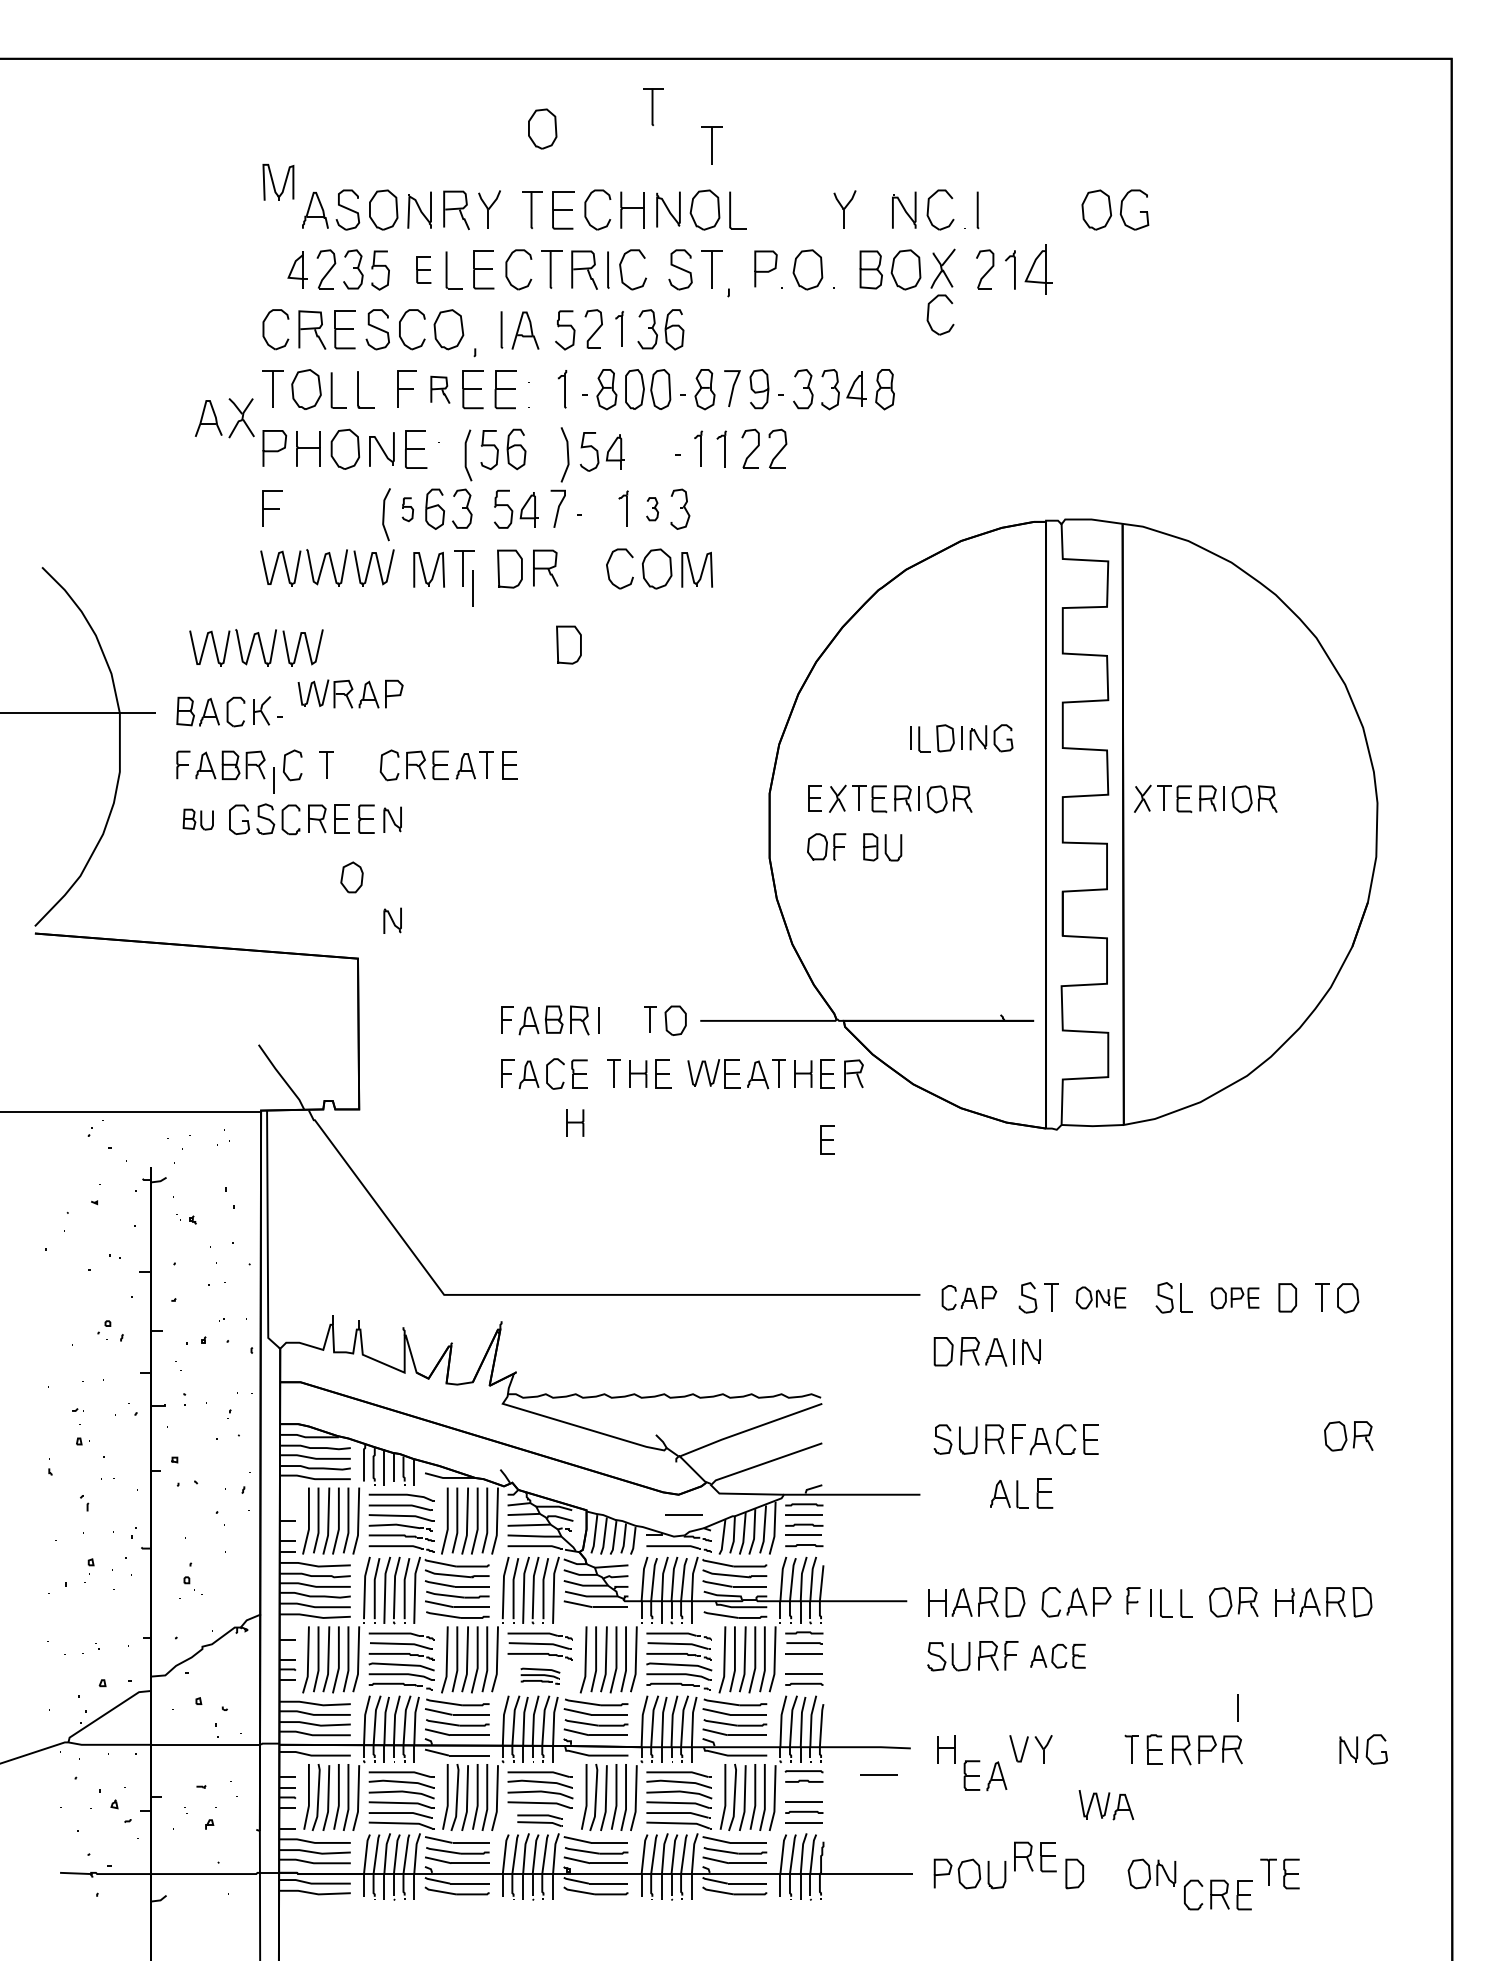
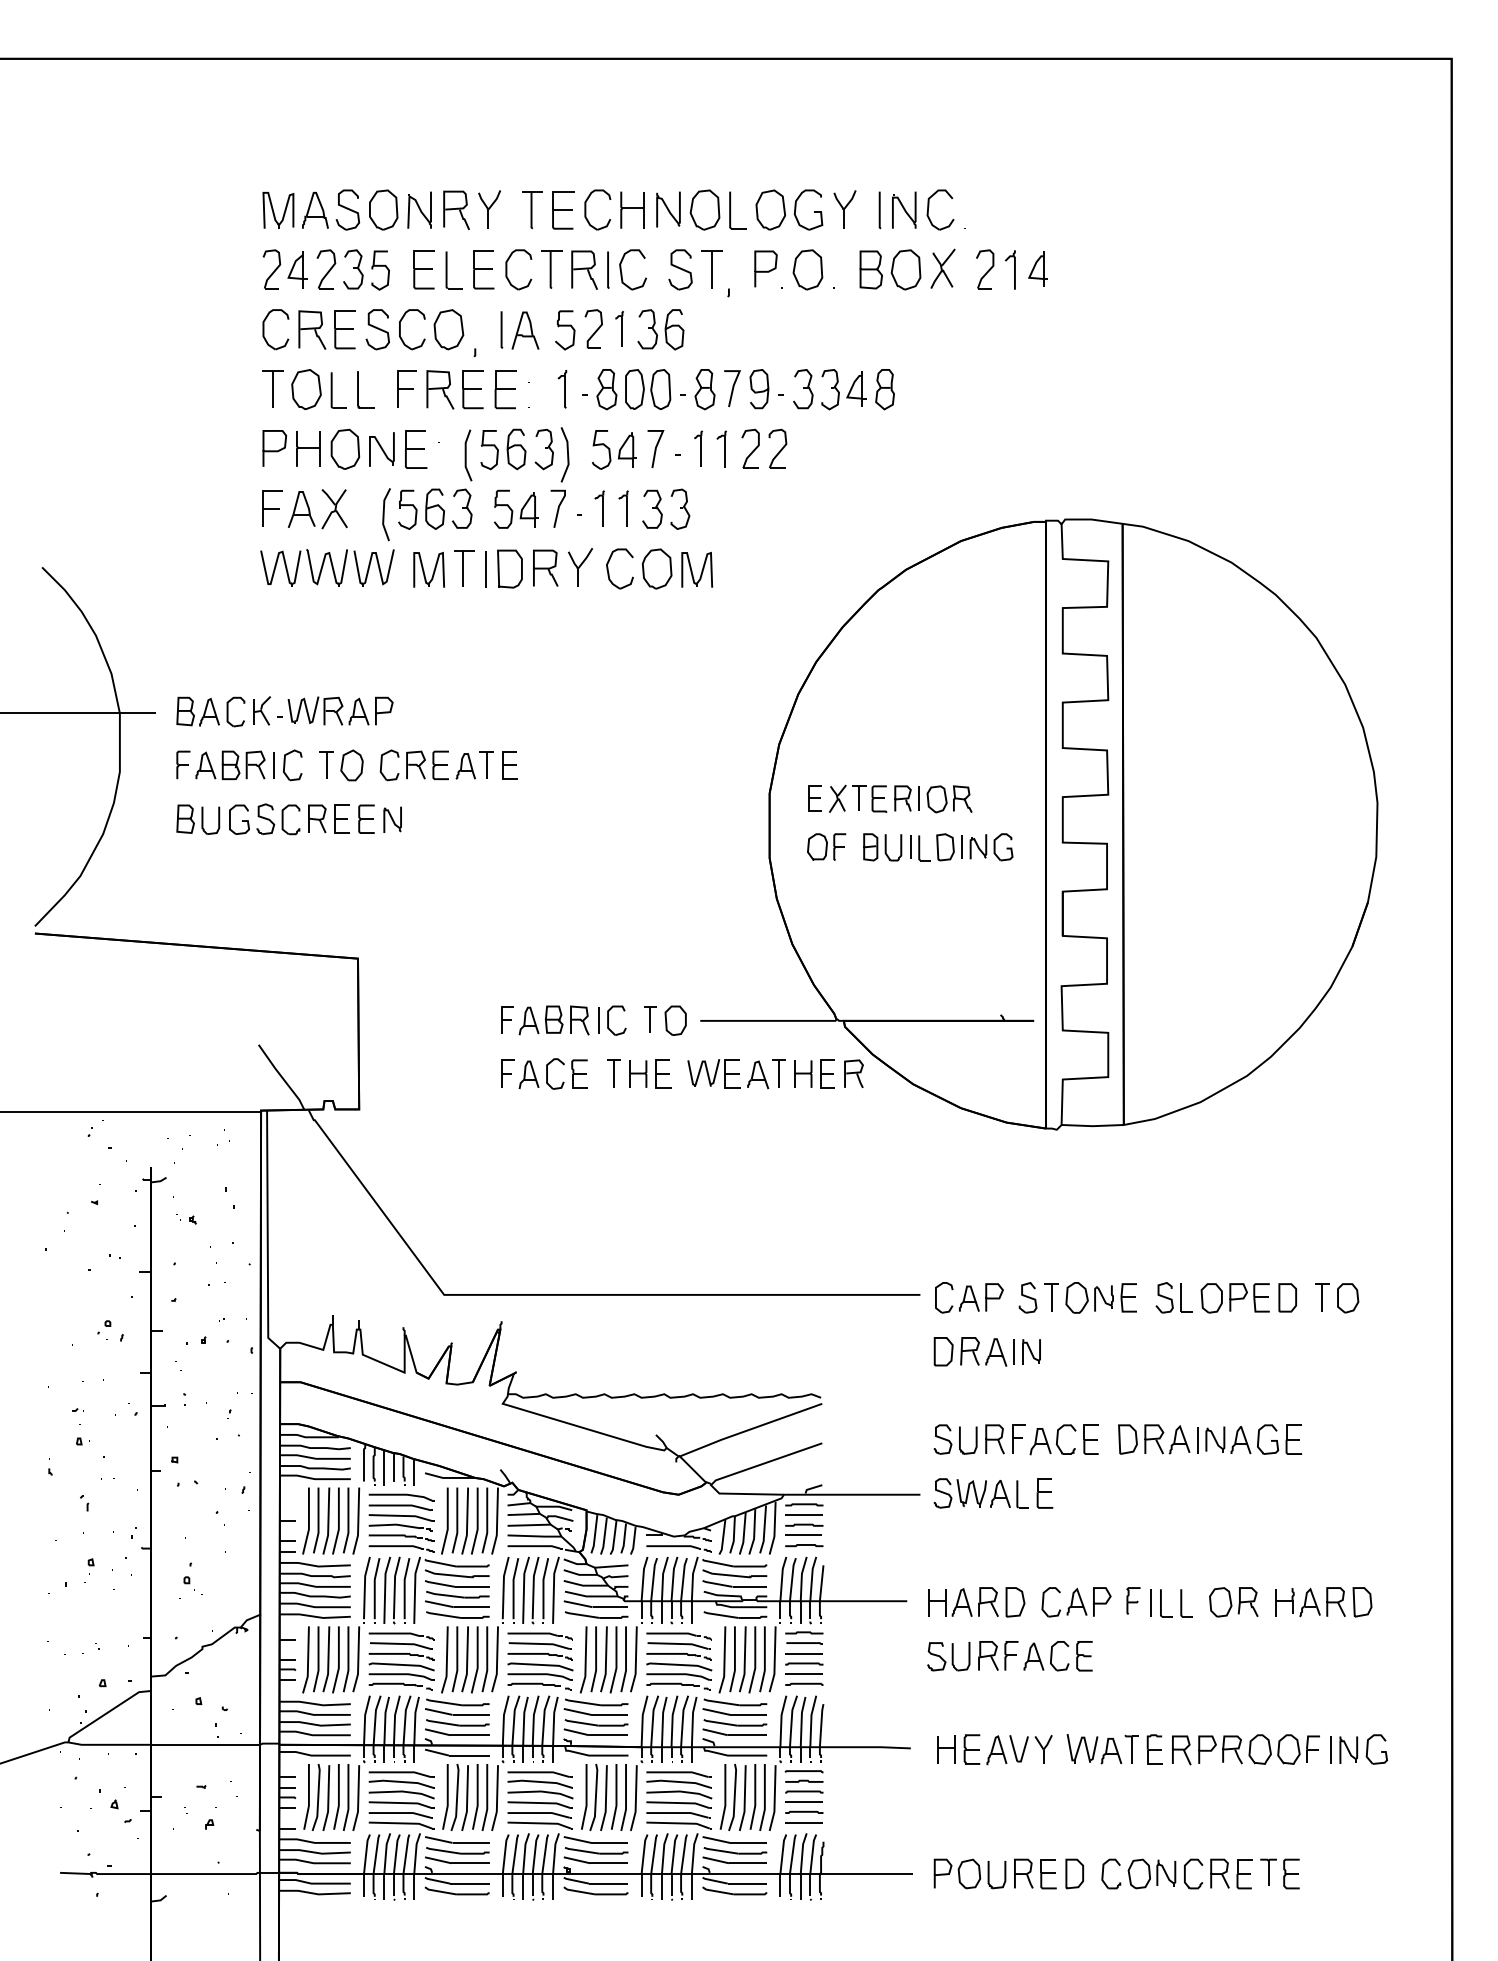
part at (653, 106): present -> none
part at (542, 128): present -> none
part at (711, 145): present -> none
part at (278, 181) position: (278, 181) -> (278, 209)
part at (1115, 209) position: (1115, 209) -> (789, 209)
line at (977, 210) position: (977, 210) -> (879, 210)
part at (271, 269): none -> present
part at (423, 269) size: 16x28 px -> 22x40 px
part at (1038, 269) size: 29x51 px -> 20x36 px
part at (929, 312): present -> none
part at (440, 389) size: 21x29 px -> 29x40 px
part at (217, 419) position: (217, 419) -> (310, 510)
line at (655, 448): none -> present
part at (543, 449): none -> present
part at (602, 451) position: (602, 451) -> (614, 449)
part at (599, 508): none -> present
part at (407, 509) size: 13x26 px -> 20x41 px
part at (652, 509) size: 13x25 px -> 21x40 px
part at (580, 567): none -> present
line at (472, 588) position: (472, 588) -> (485, 569)
curve at (558, 644): present -> none
part at (256, 647): present -> none
part at (350, 693) position: (350, 693) -> (340, 710)
part at (961, 738) position: (961, 738) -> (961, 847)
line at (273, 780) position: (273, 780) -> (273, 765)
part at (1205, 798): present -> none
part at (197, 819) size: 32x23 px -> 45x31 px
part at (351, 877) position: (351, 877) -> (351, 765)
part at (392, 920): present -> none
part at (608, 1020): none -> present
part at (575, 1122): present -> none
part at (827, 1139): present -> none
part at (969, 1297) size: 57x26 px -> 69x32 px
part at (1100, 1297) size: 52x24 px -> 72x32 px
part at (1234, 1298) size: 50x23 px -> 70x31 px
part at (1348, 1436): present -> none
part at (1210, 1439): none -> present
part at (959, 1493): none -> present
line at (683, 1514): present -> none
part at (596, 1614): none -> present
part at (1057, 1655) size: 56x26 px -> 70x31 px
line at (804, 1663): none -> present
part at (540, 1675) size: 41x18 px -> 67x29 px
line at (1237, 1707) position: (1237, 1707) -> (1330, 1749)
part at (1283, 1749): none -> present
line at (878, 1774): present -> none
part at (985, 1775) position: (985, 1775) -> (985, 1749)
line at (804, 1791): none -> present
part at (1106, 1805) position: (1106, 1805) -> (1094, 1749)
part at (539, 1820) size: 46x13 px -> 66x18 px
part at (1035, 1856) position: (1035, 1856) -> (1035, 1873)
part at (1103, 1873): none -> present
part at (1218, 1894) position: (1218, 1894) -> (1218, 1873)
